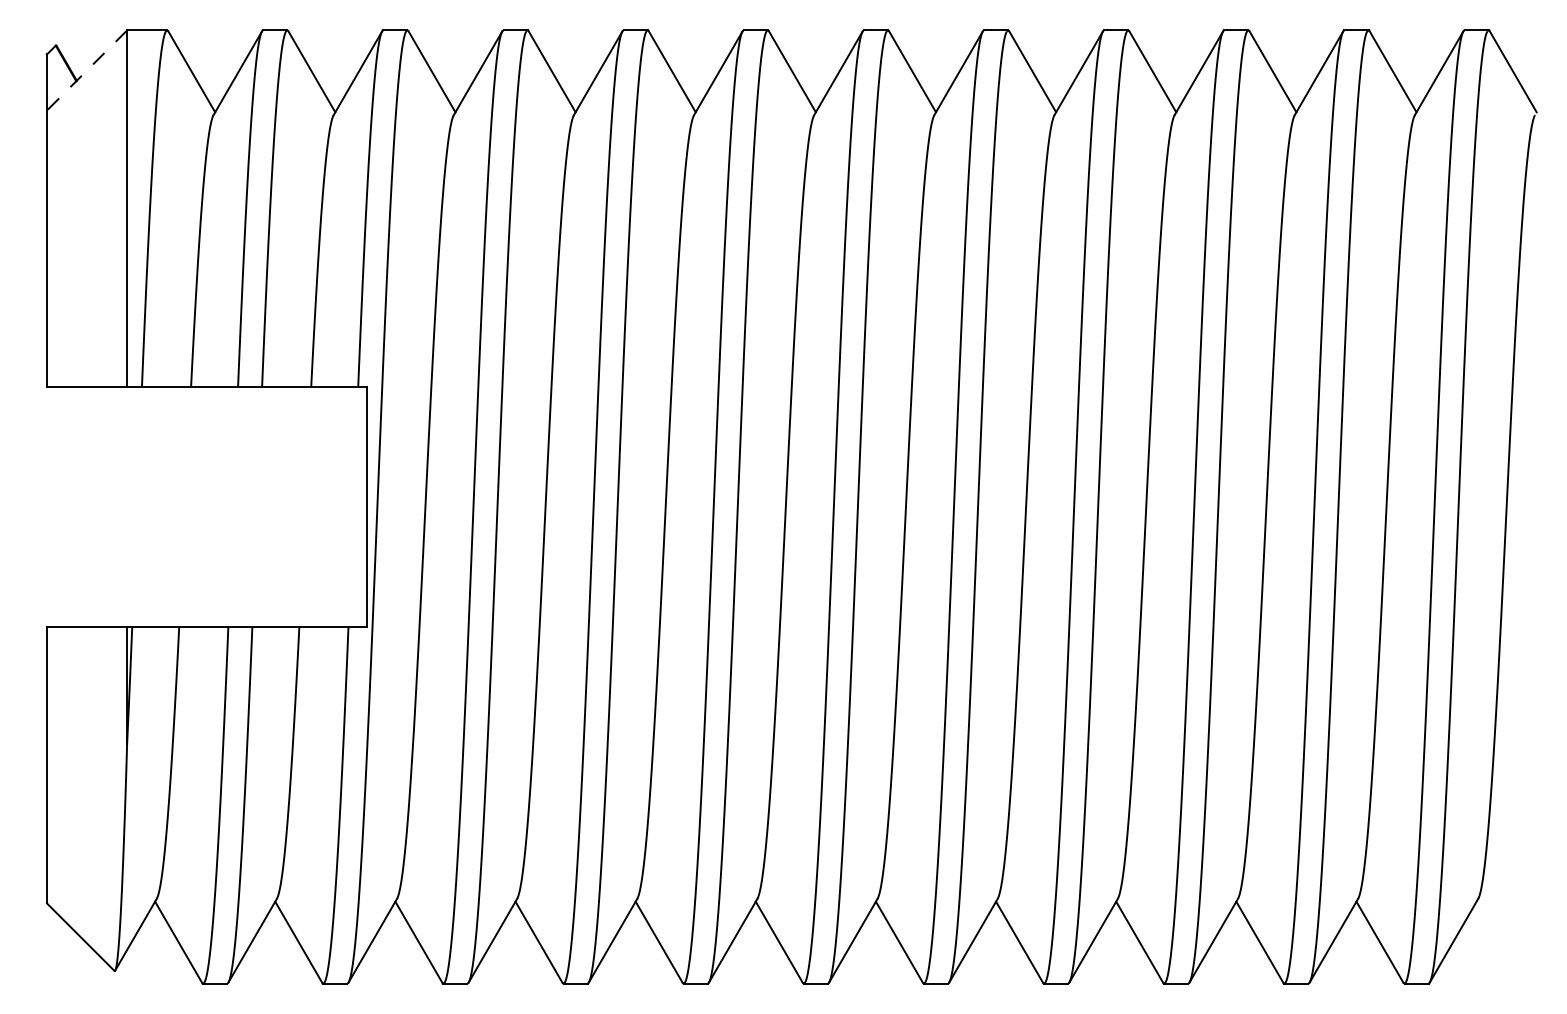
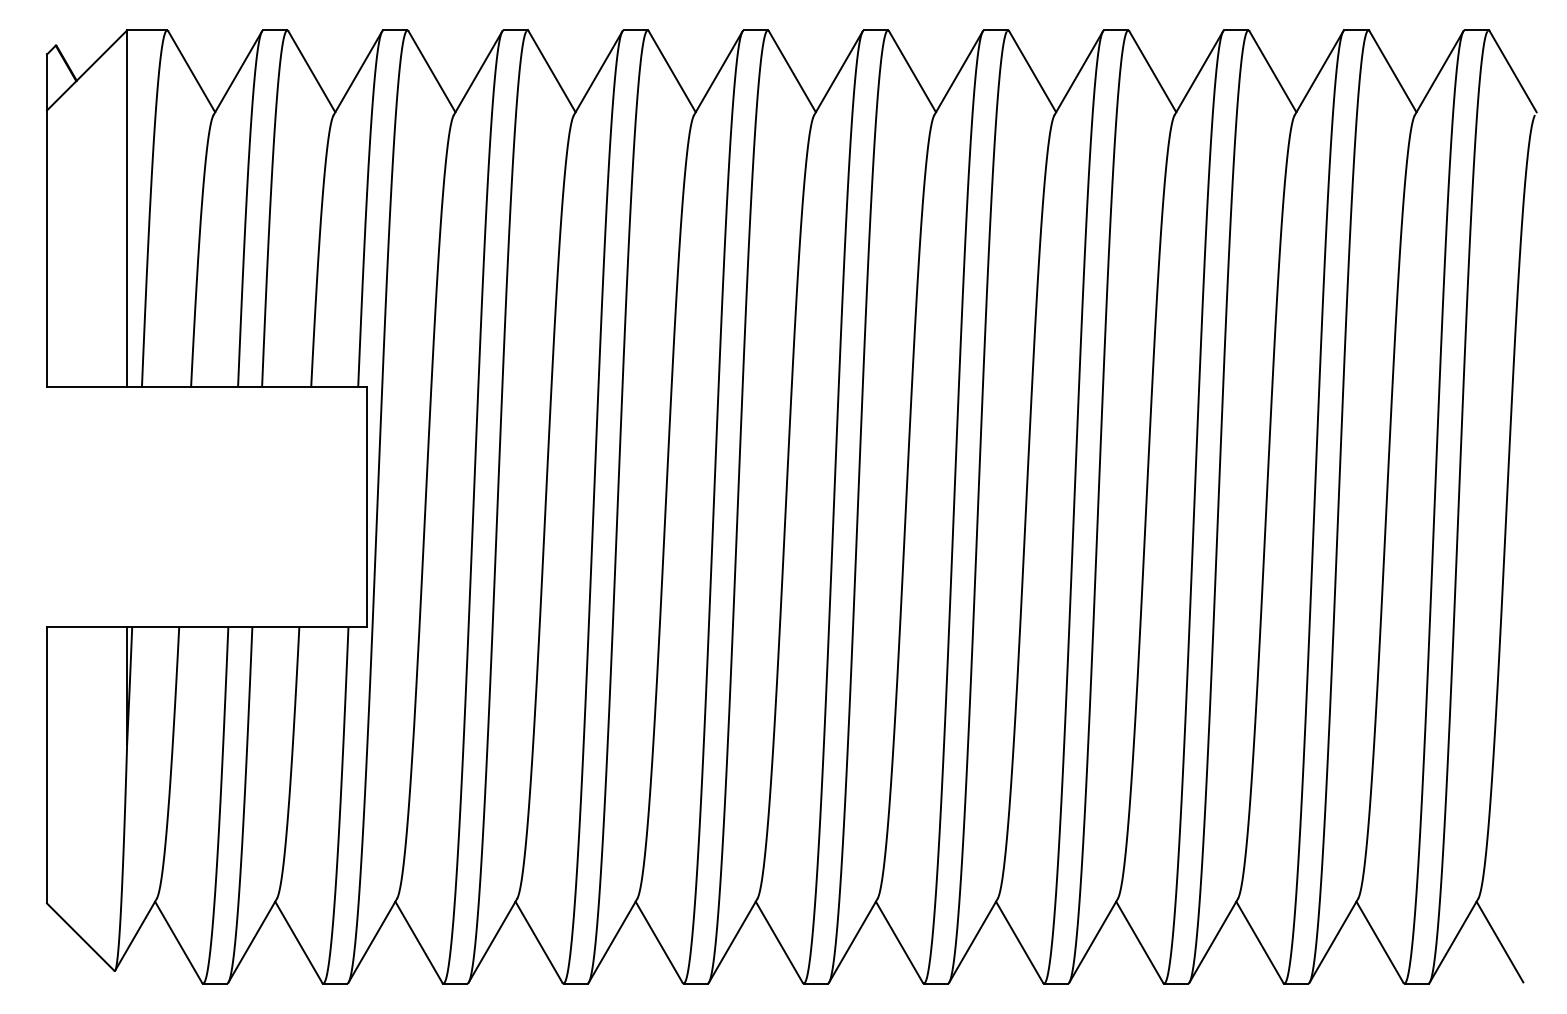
line at (87, 70): dashed -> solid
line at (1499, 941): none -> present
